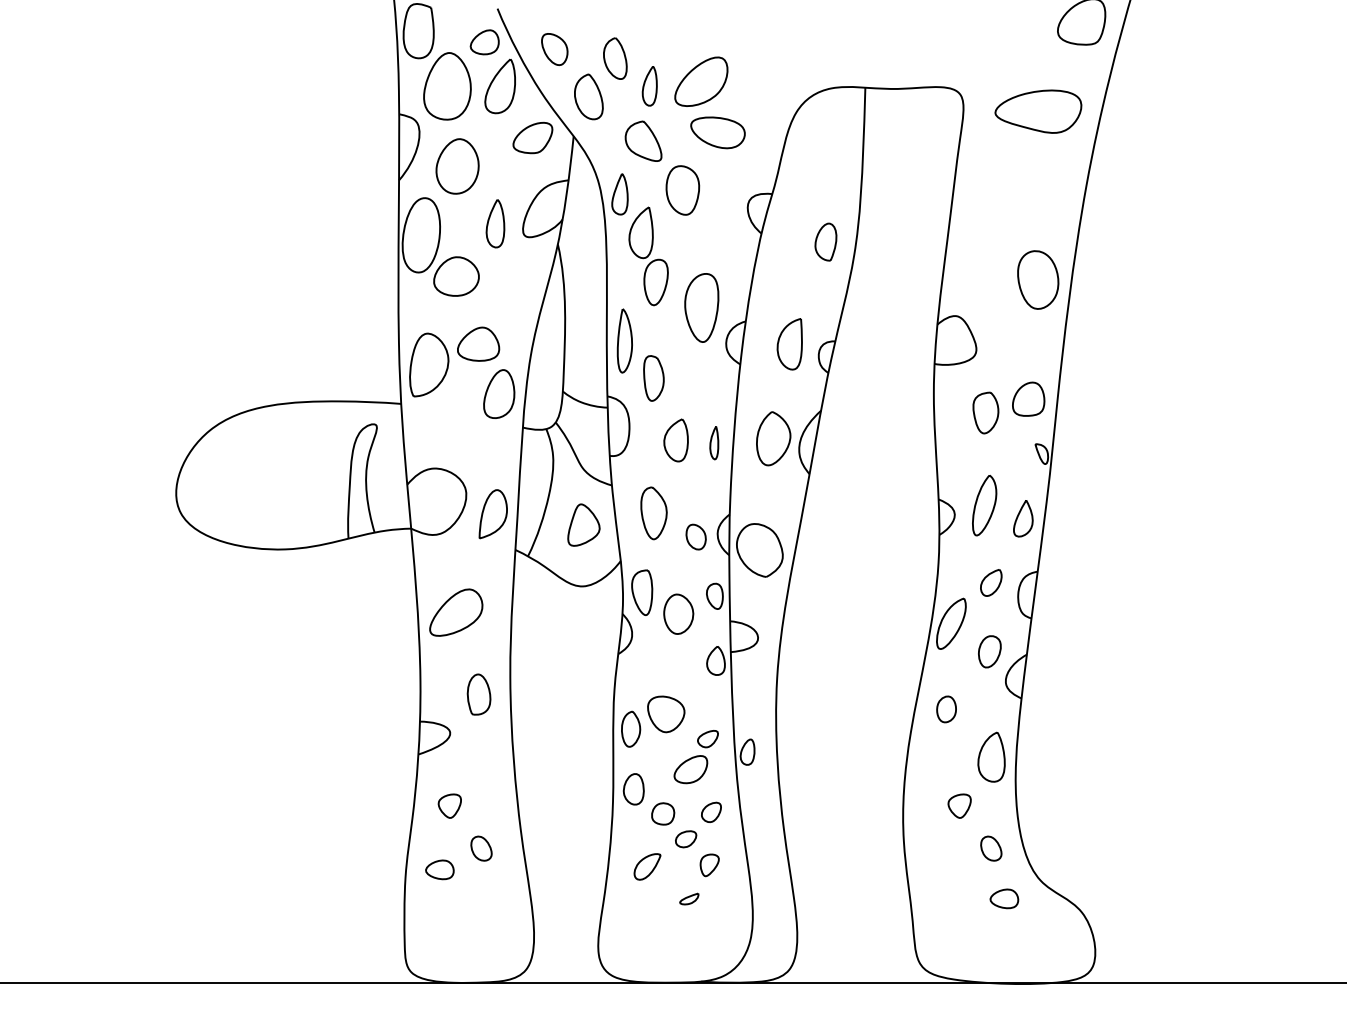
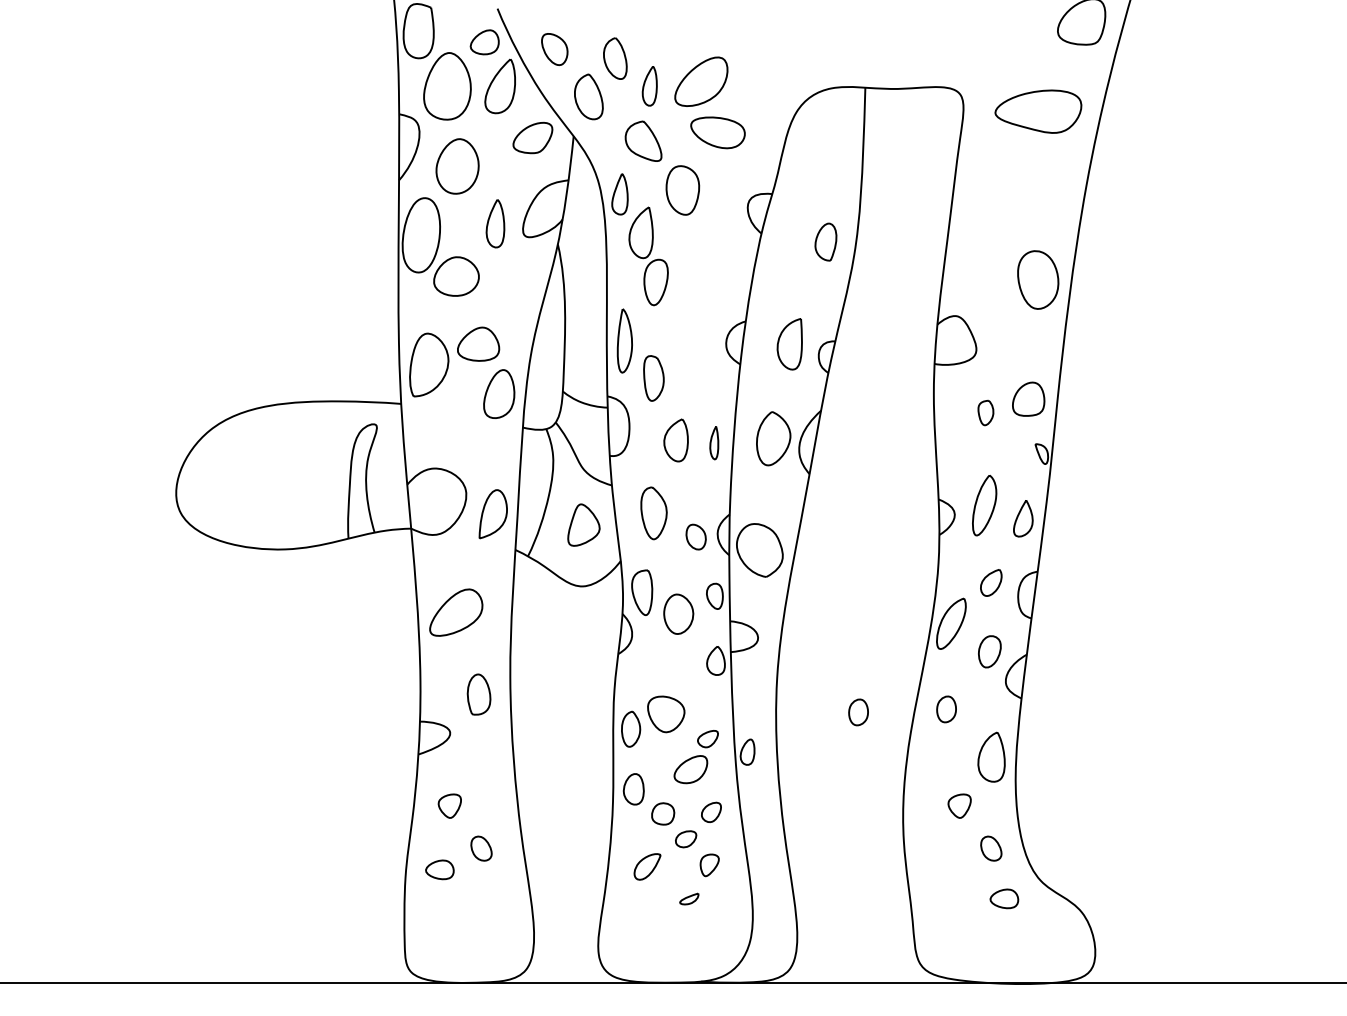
part at (701, 307): present -> none
part at (985, 412) size: 28x44 px -> 18x28 px
part at (858, 712): none -> present
